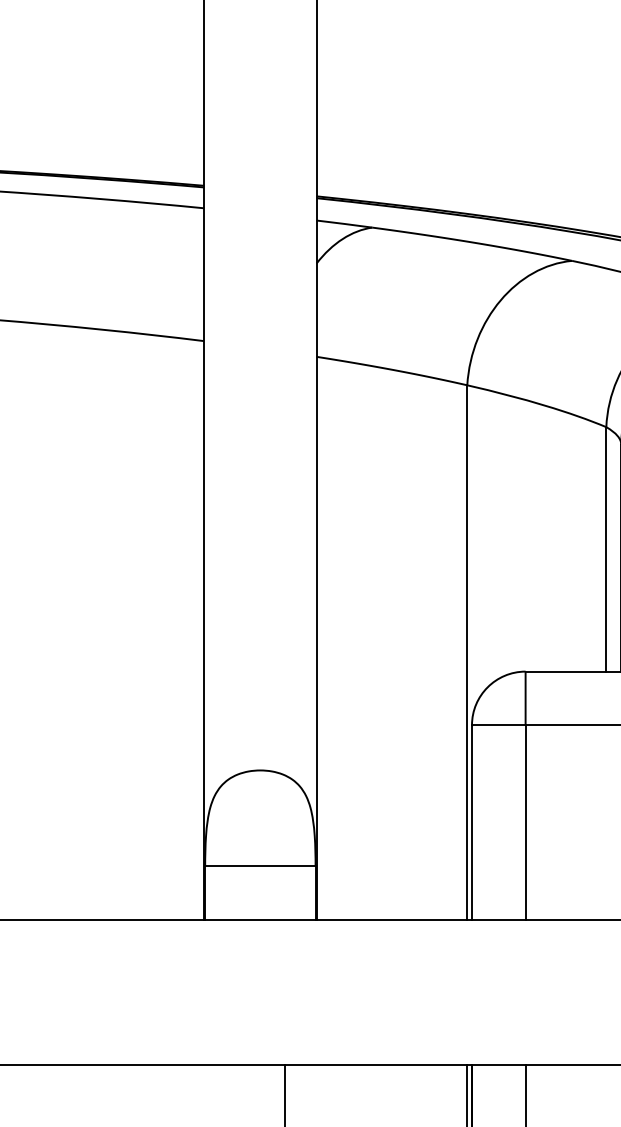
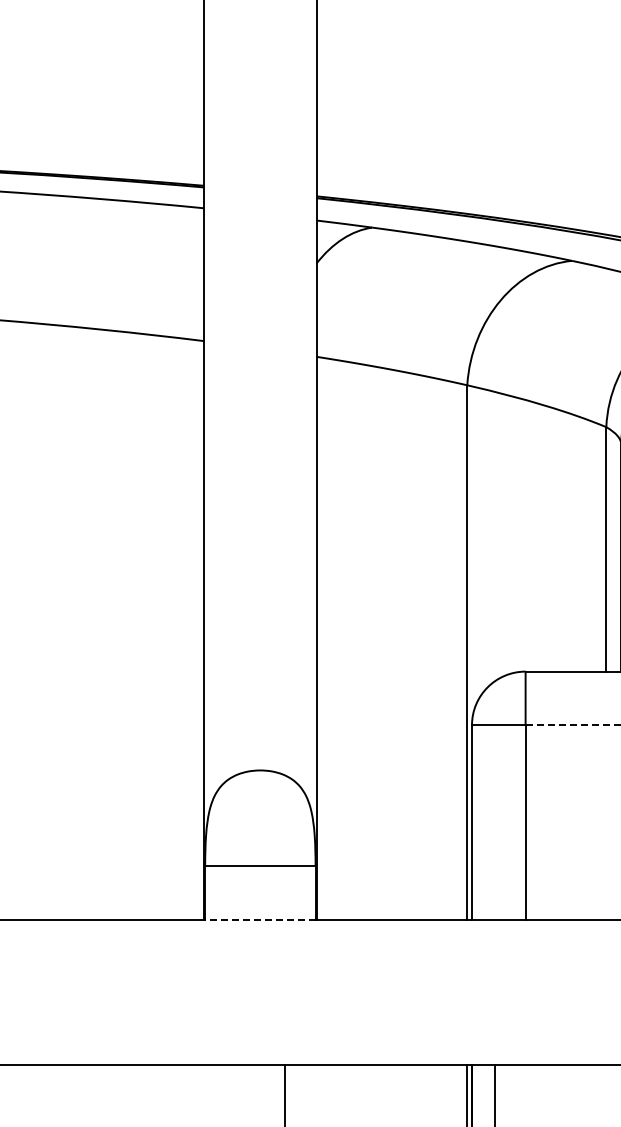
line at (573, 725): solid -> dashed
line at (259, 920): solid -> dashed
line at (525, 1093) position: (525, 1093) -> (494, 1093)
